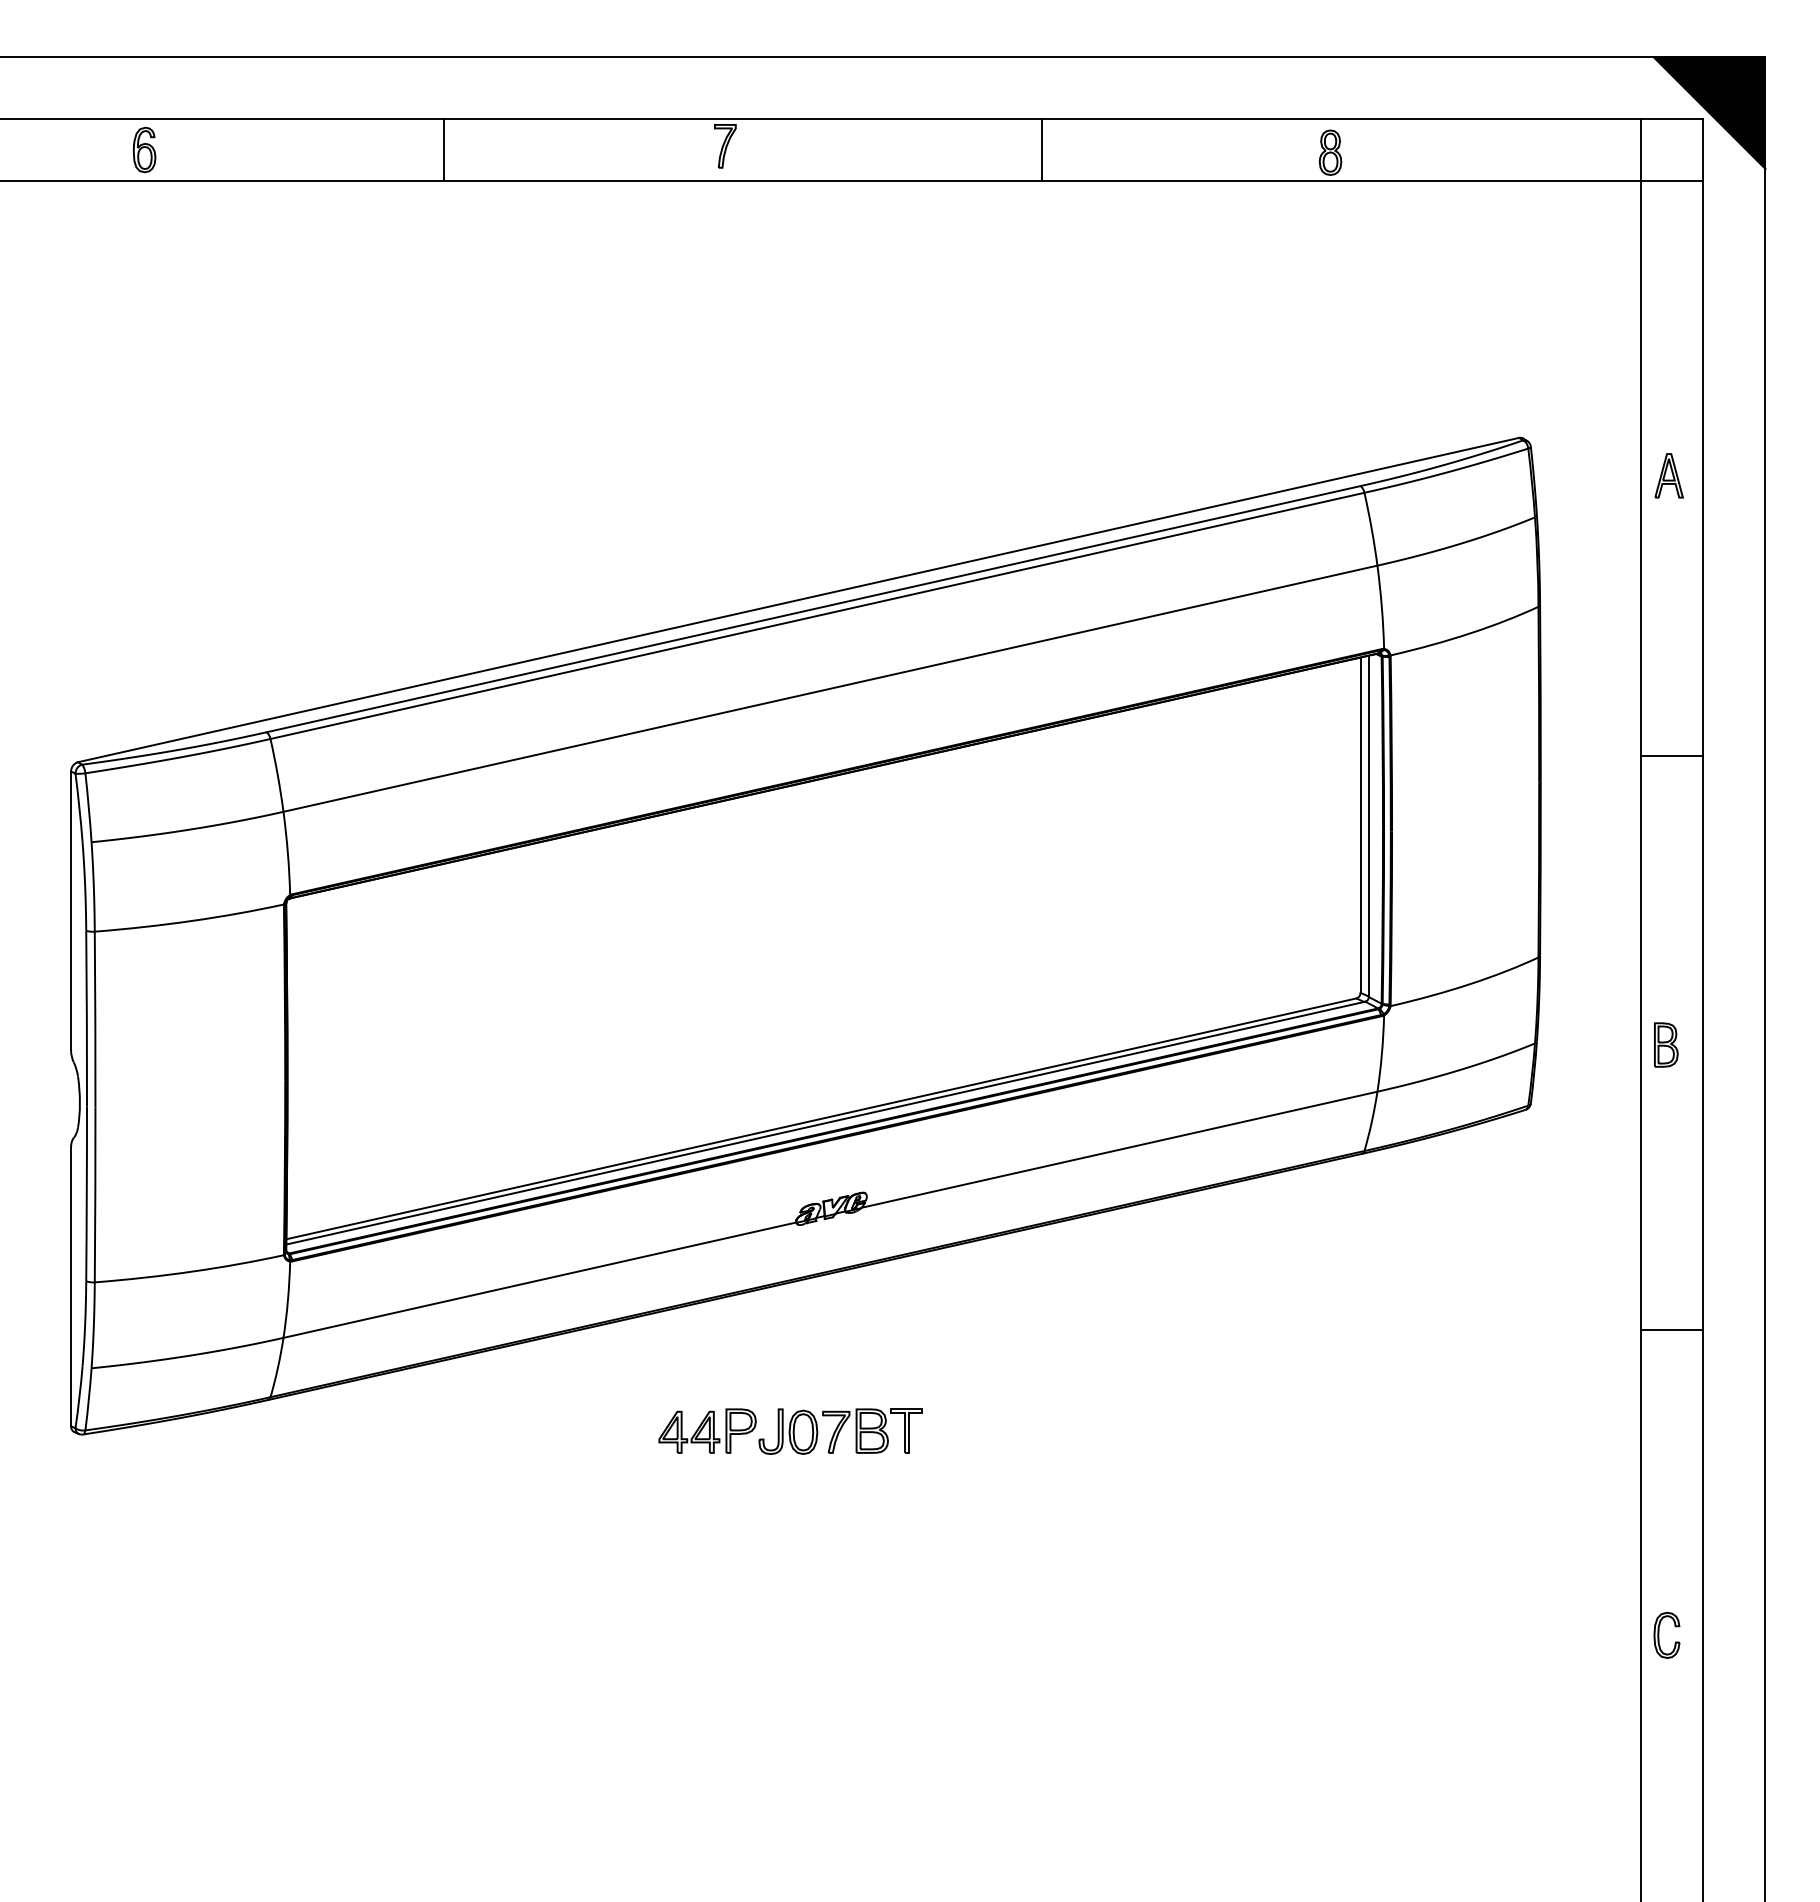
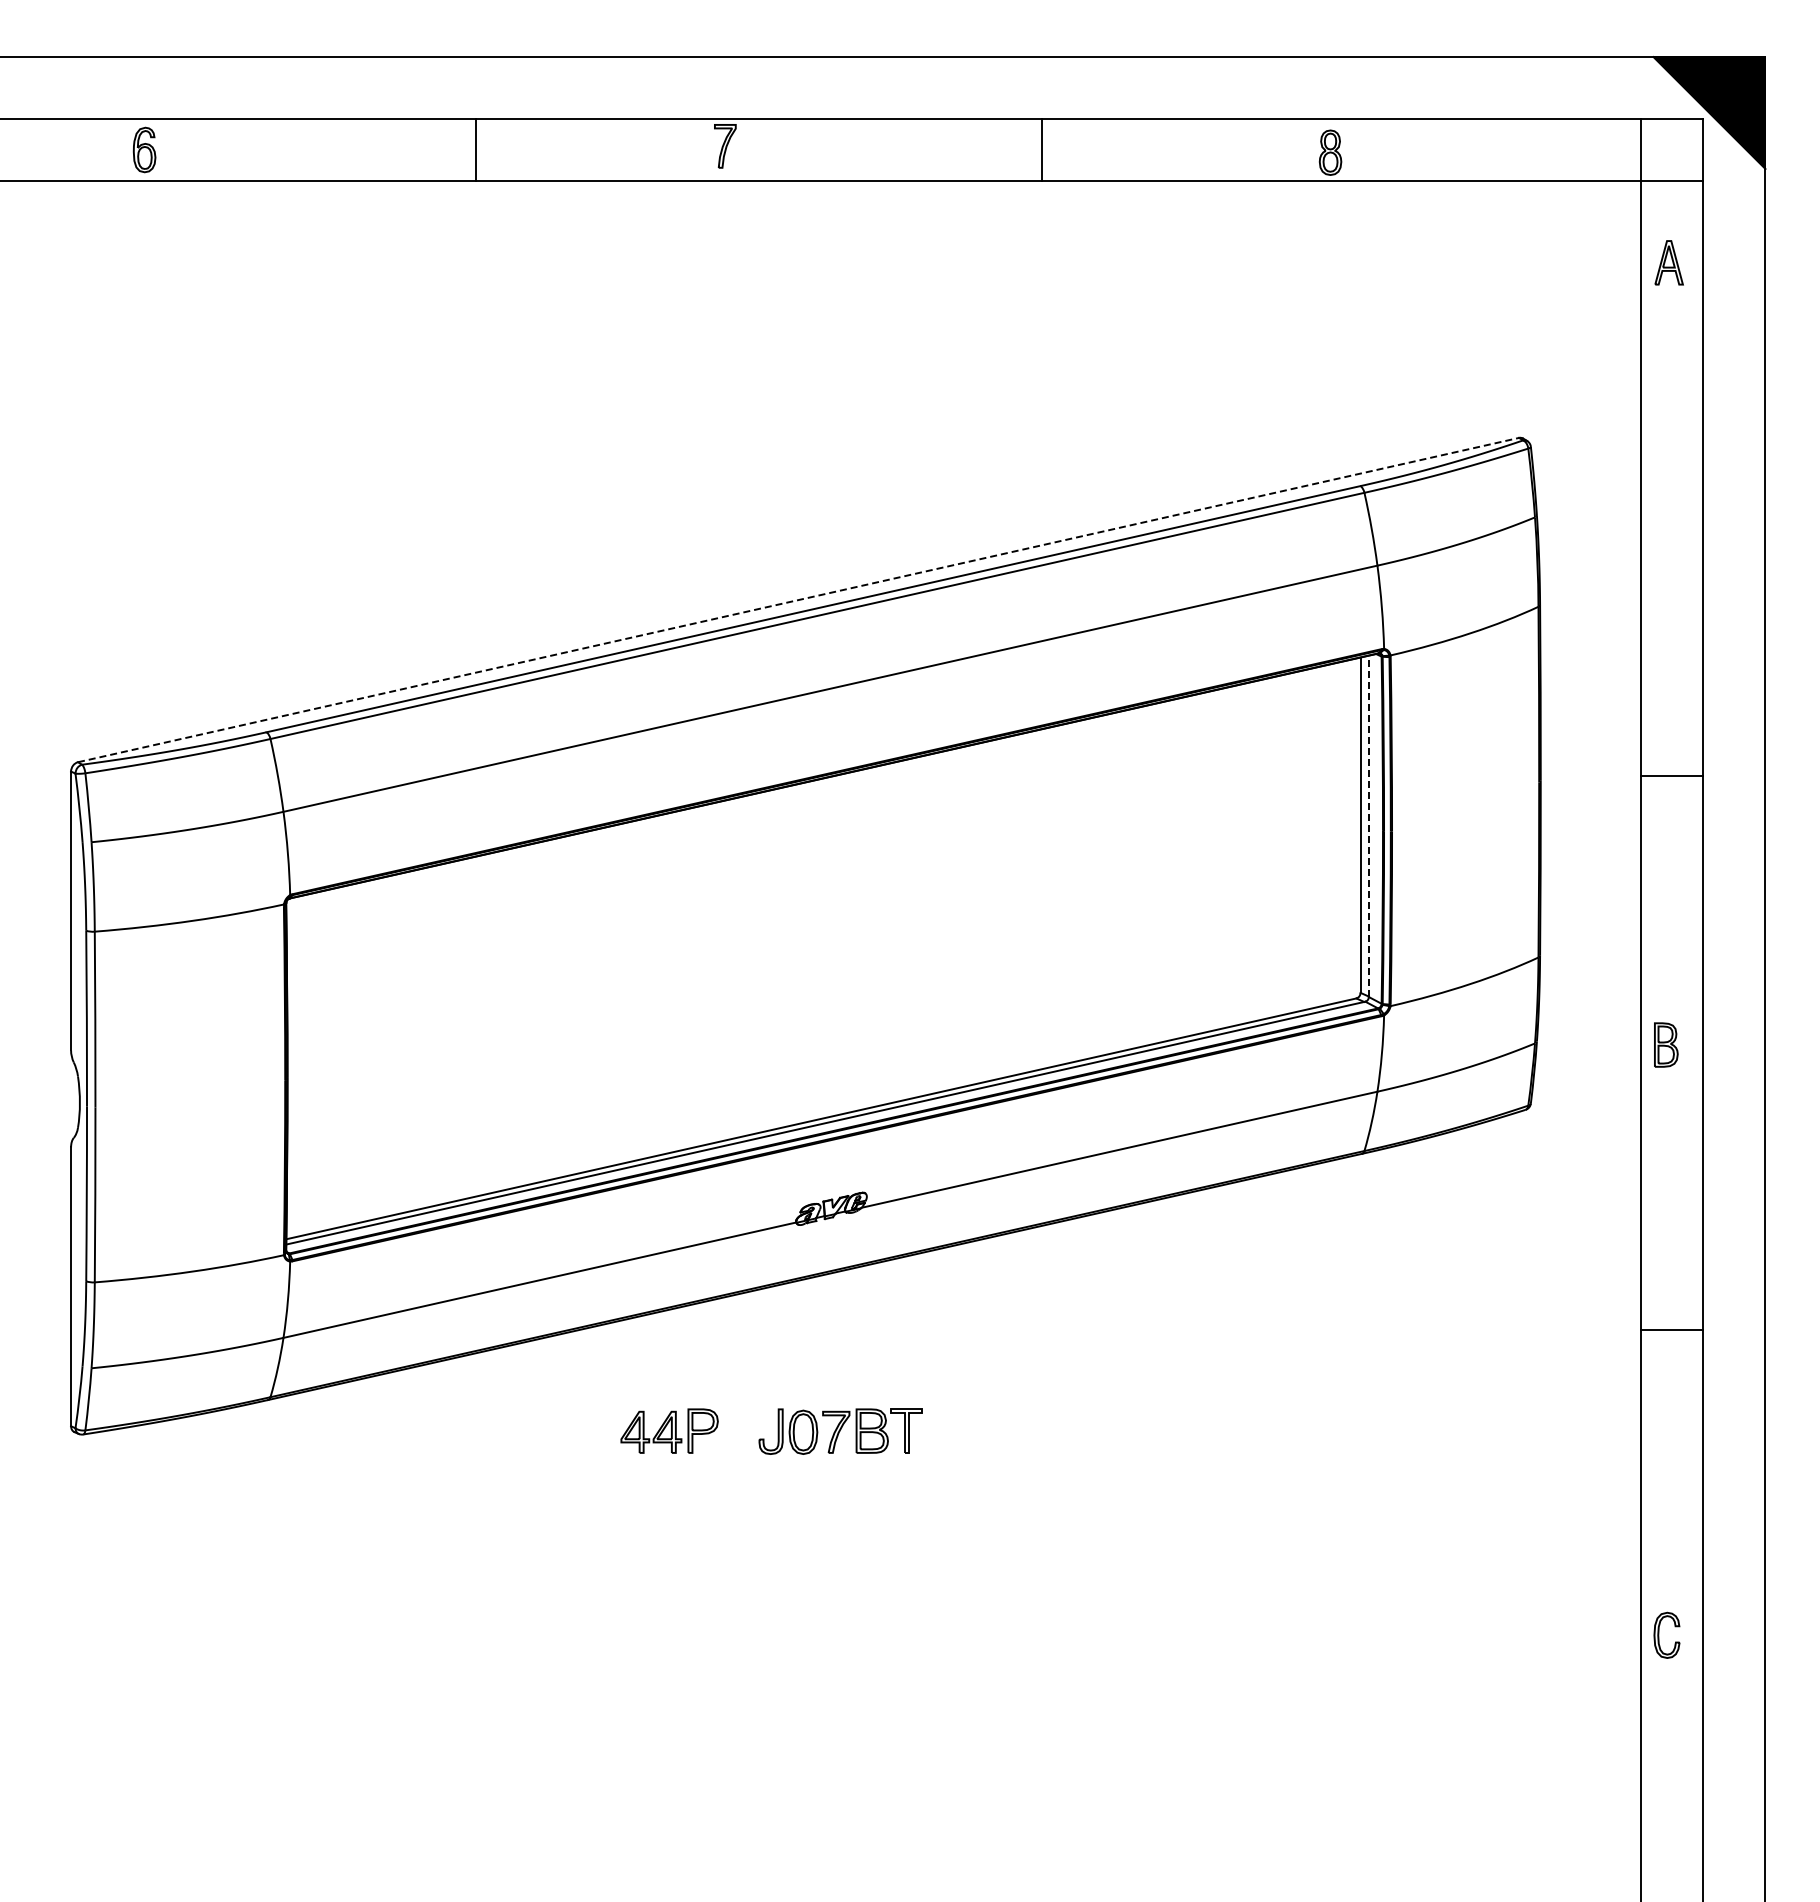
line at (443, 150) position: (443, 150) -> (475, 150)
part at (1668, 475) position: (1668, 475) -> (1668, 262)
line at (798, 600): solid -> dashed
line at (1672, 755) position: (1672, 755) -> (1672, 775)
line at (1368, 826): solid -> dashed
part at (707, 1430) position: (707, 1430) -> (669, 1430)
